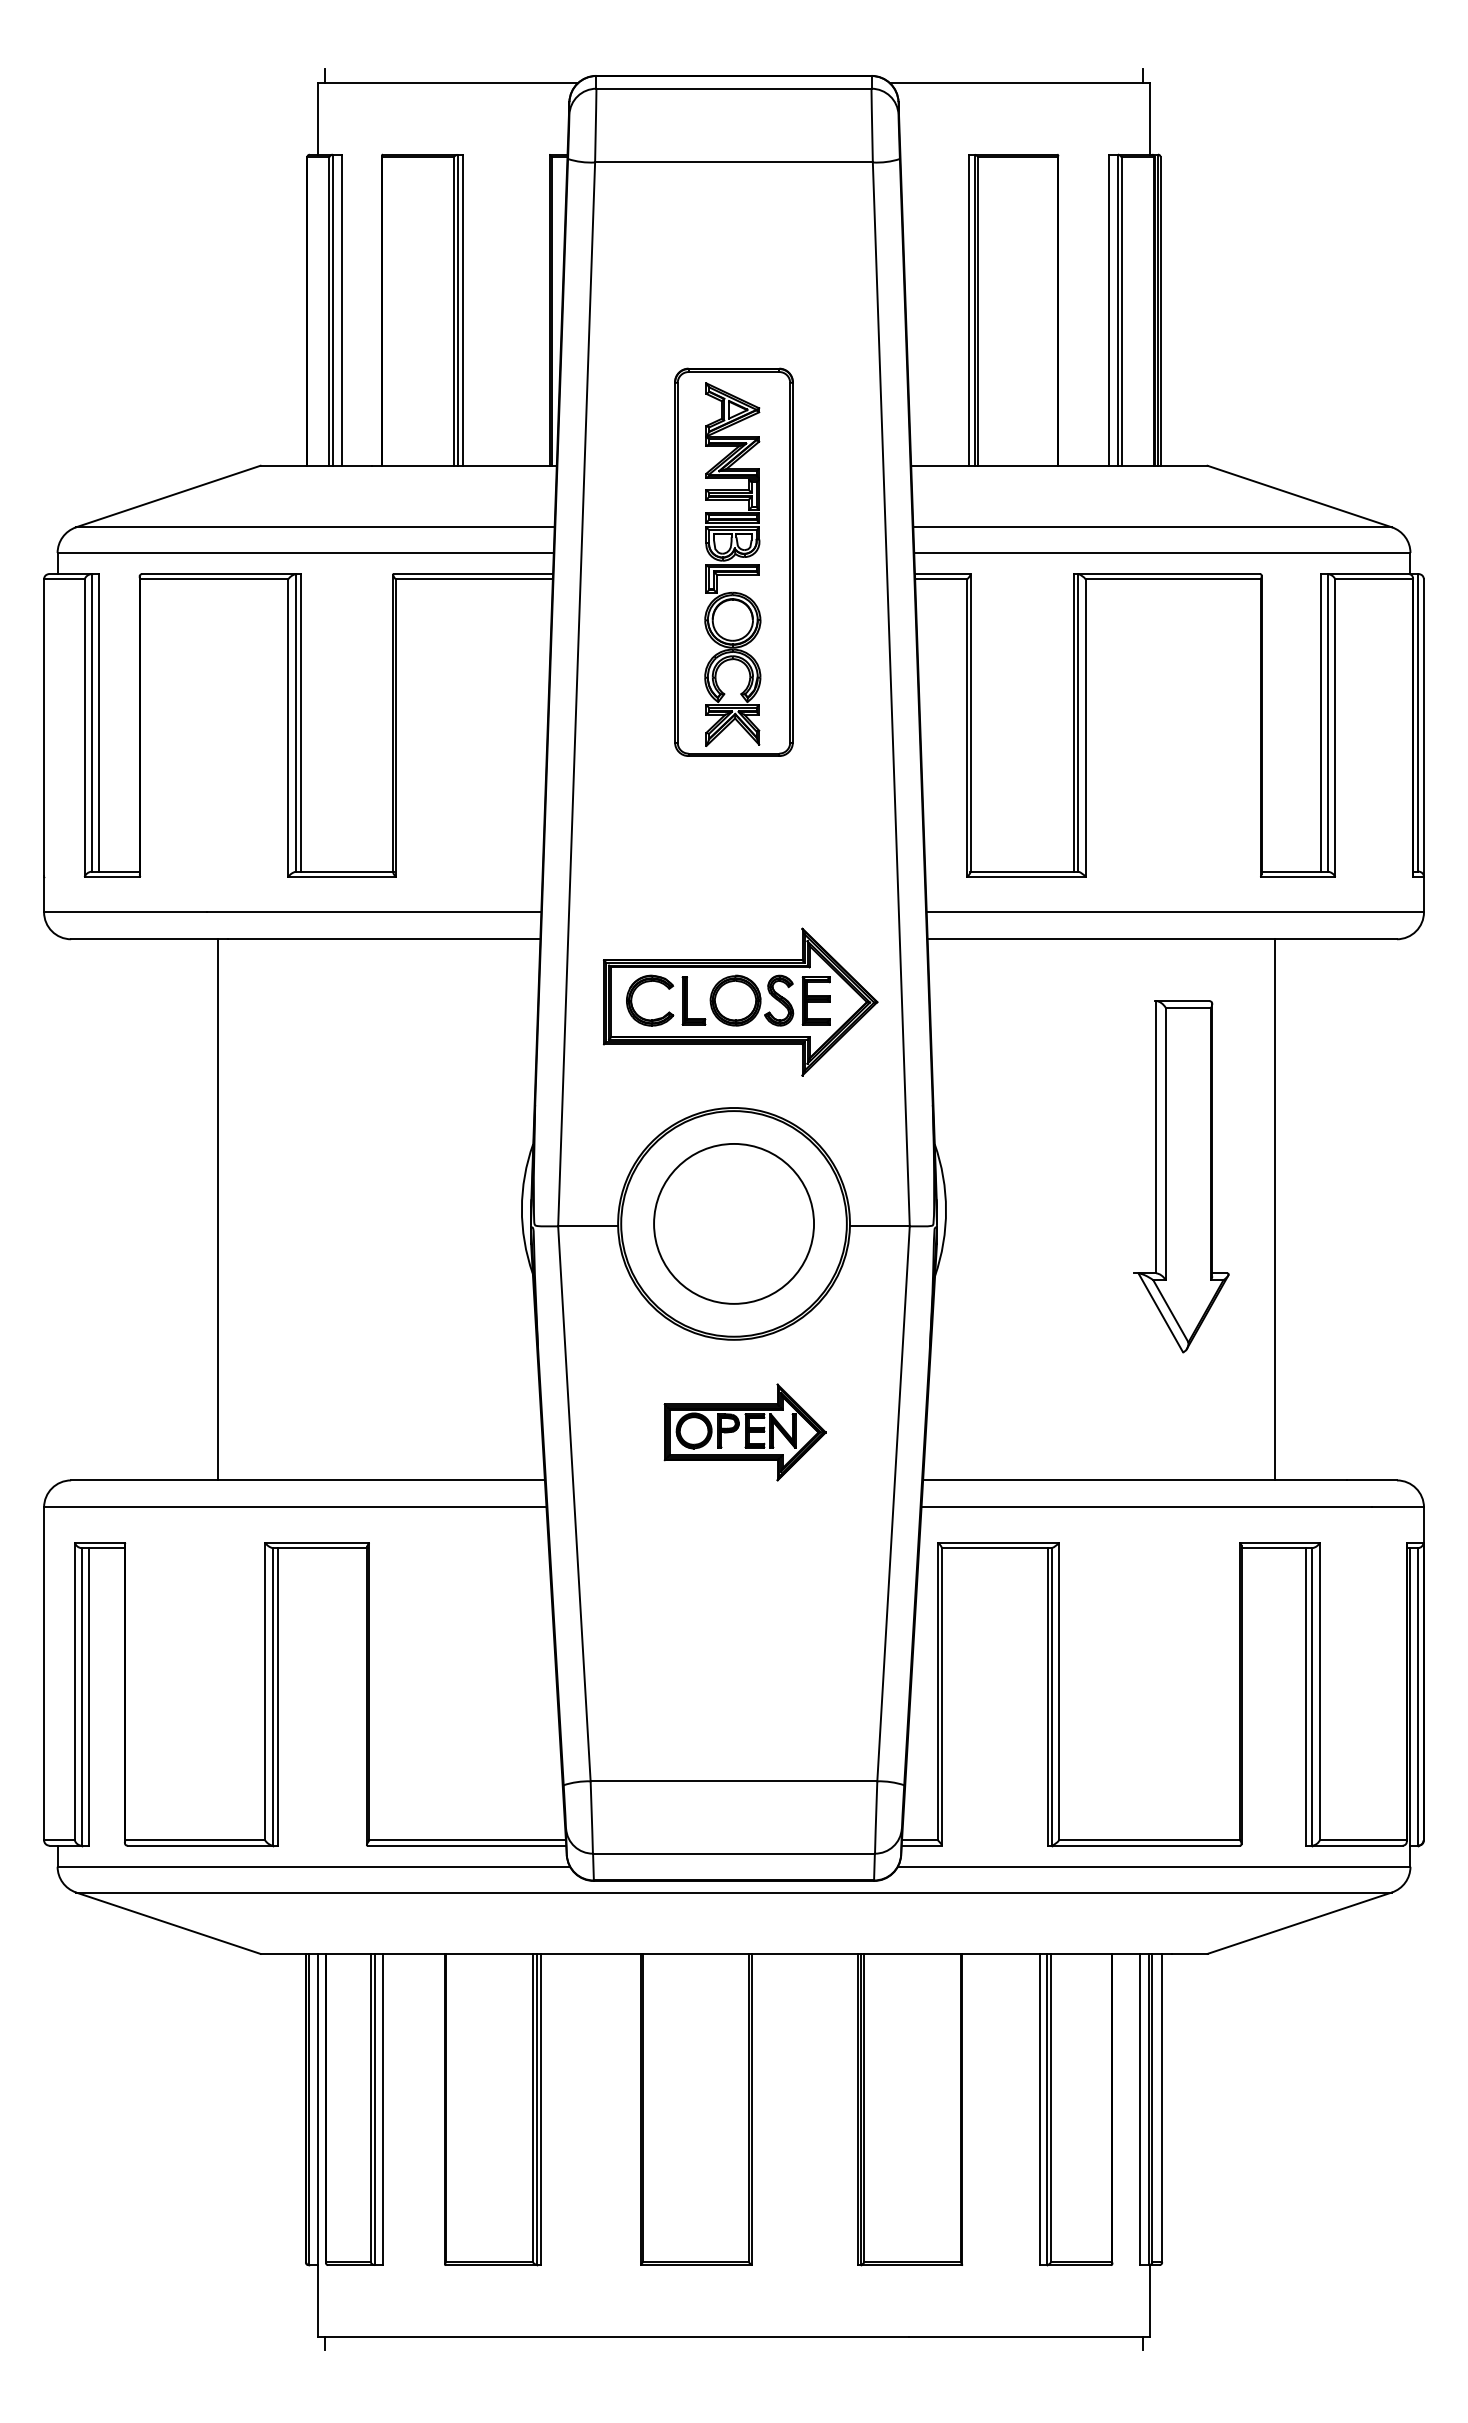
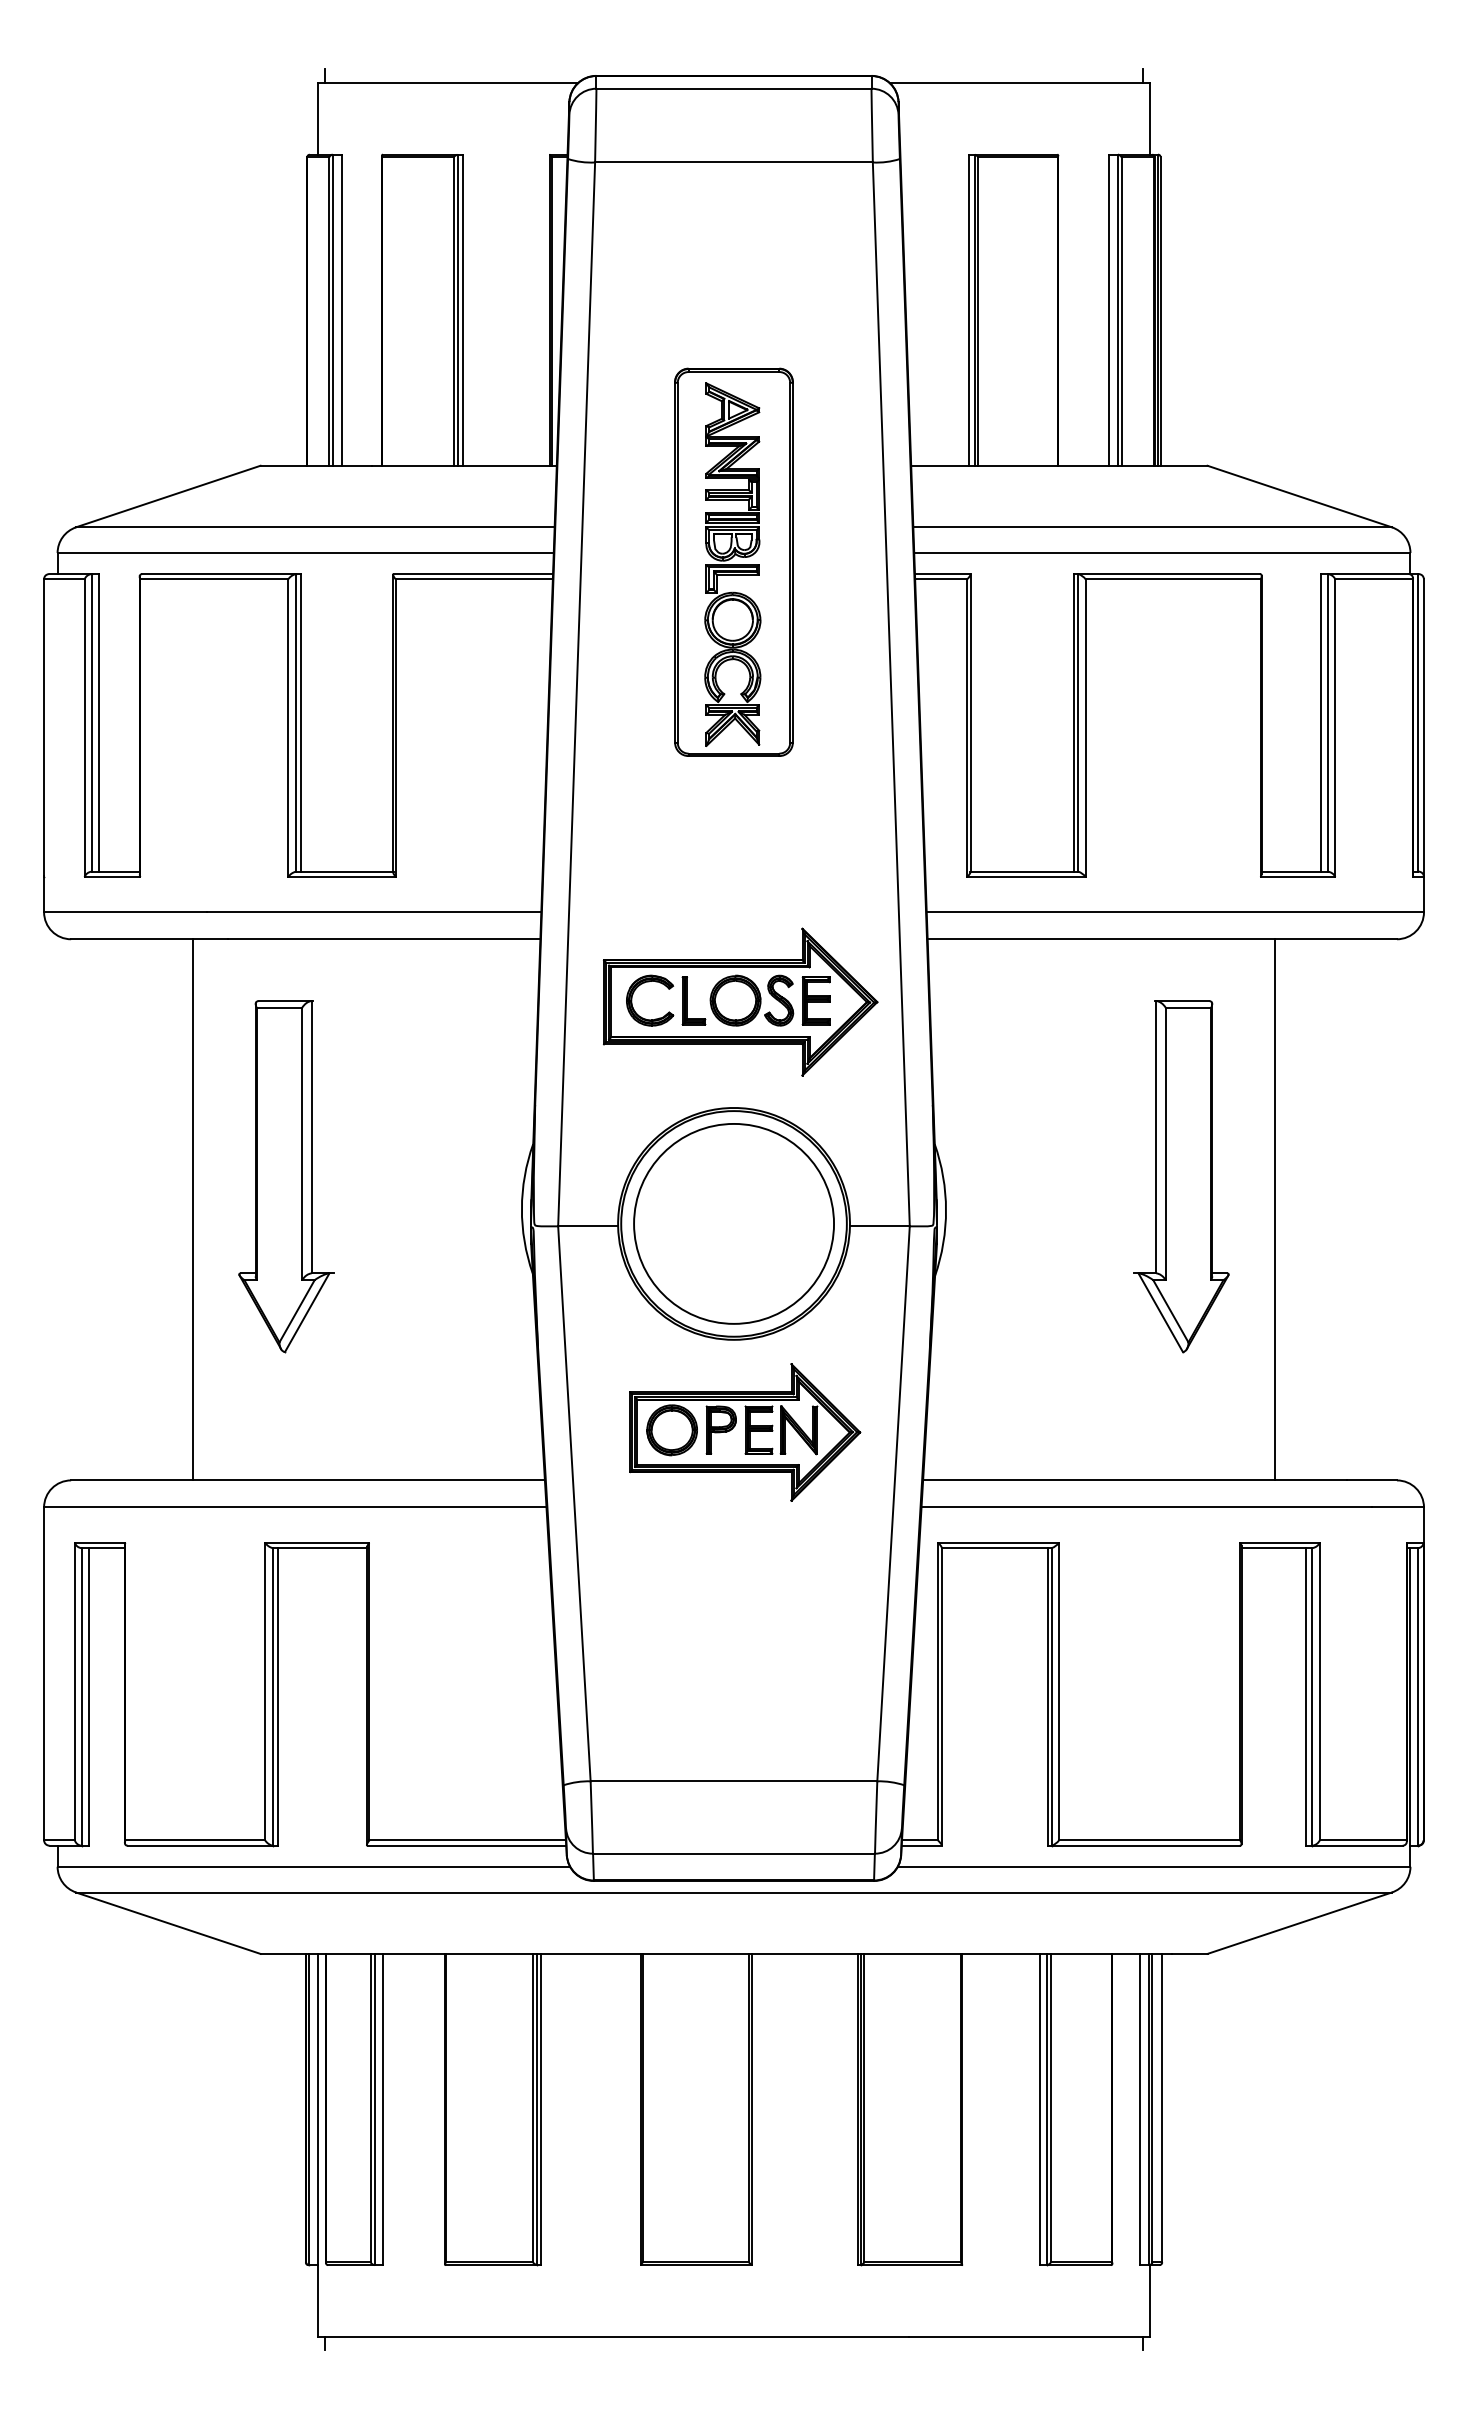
part at (286, 1176): none -> present
line at (217, 1209) position: (217, 1209) -> (192, 1209)
circle at (734, 1223) diameter: 160 px -> 200 px
part at (744, 1432) size: 164x99 px -> 233x139 px
